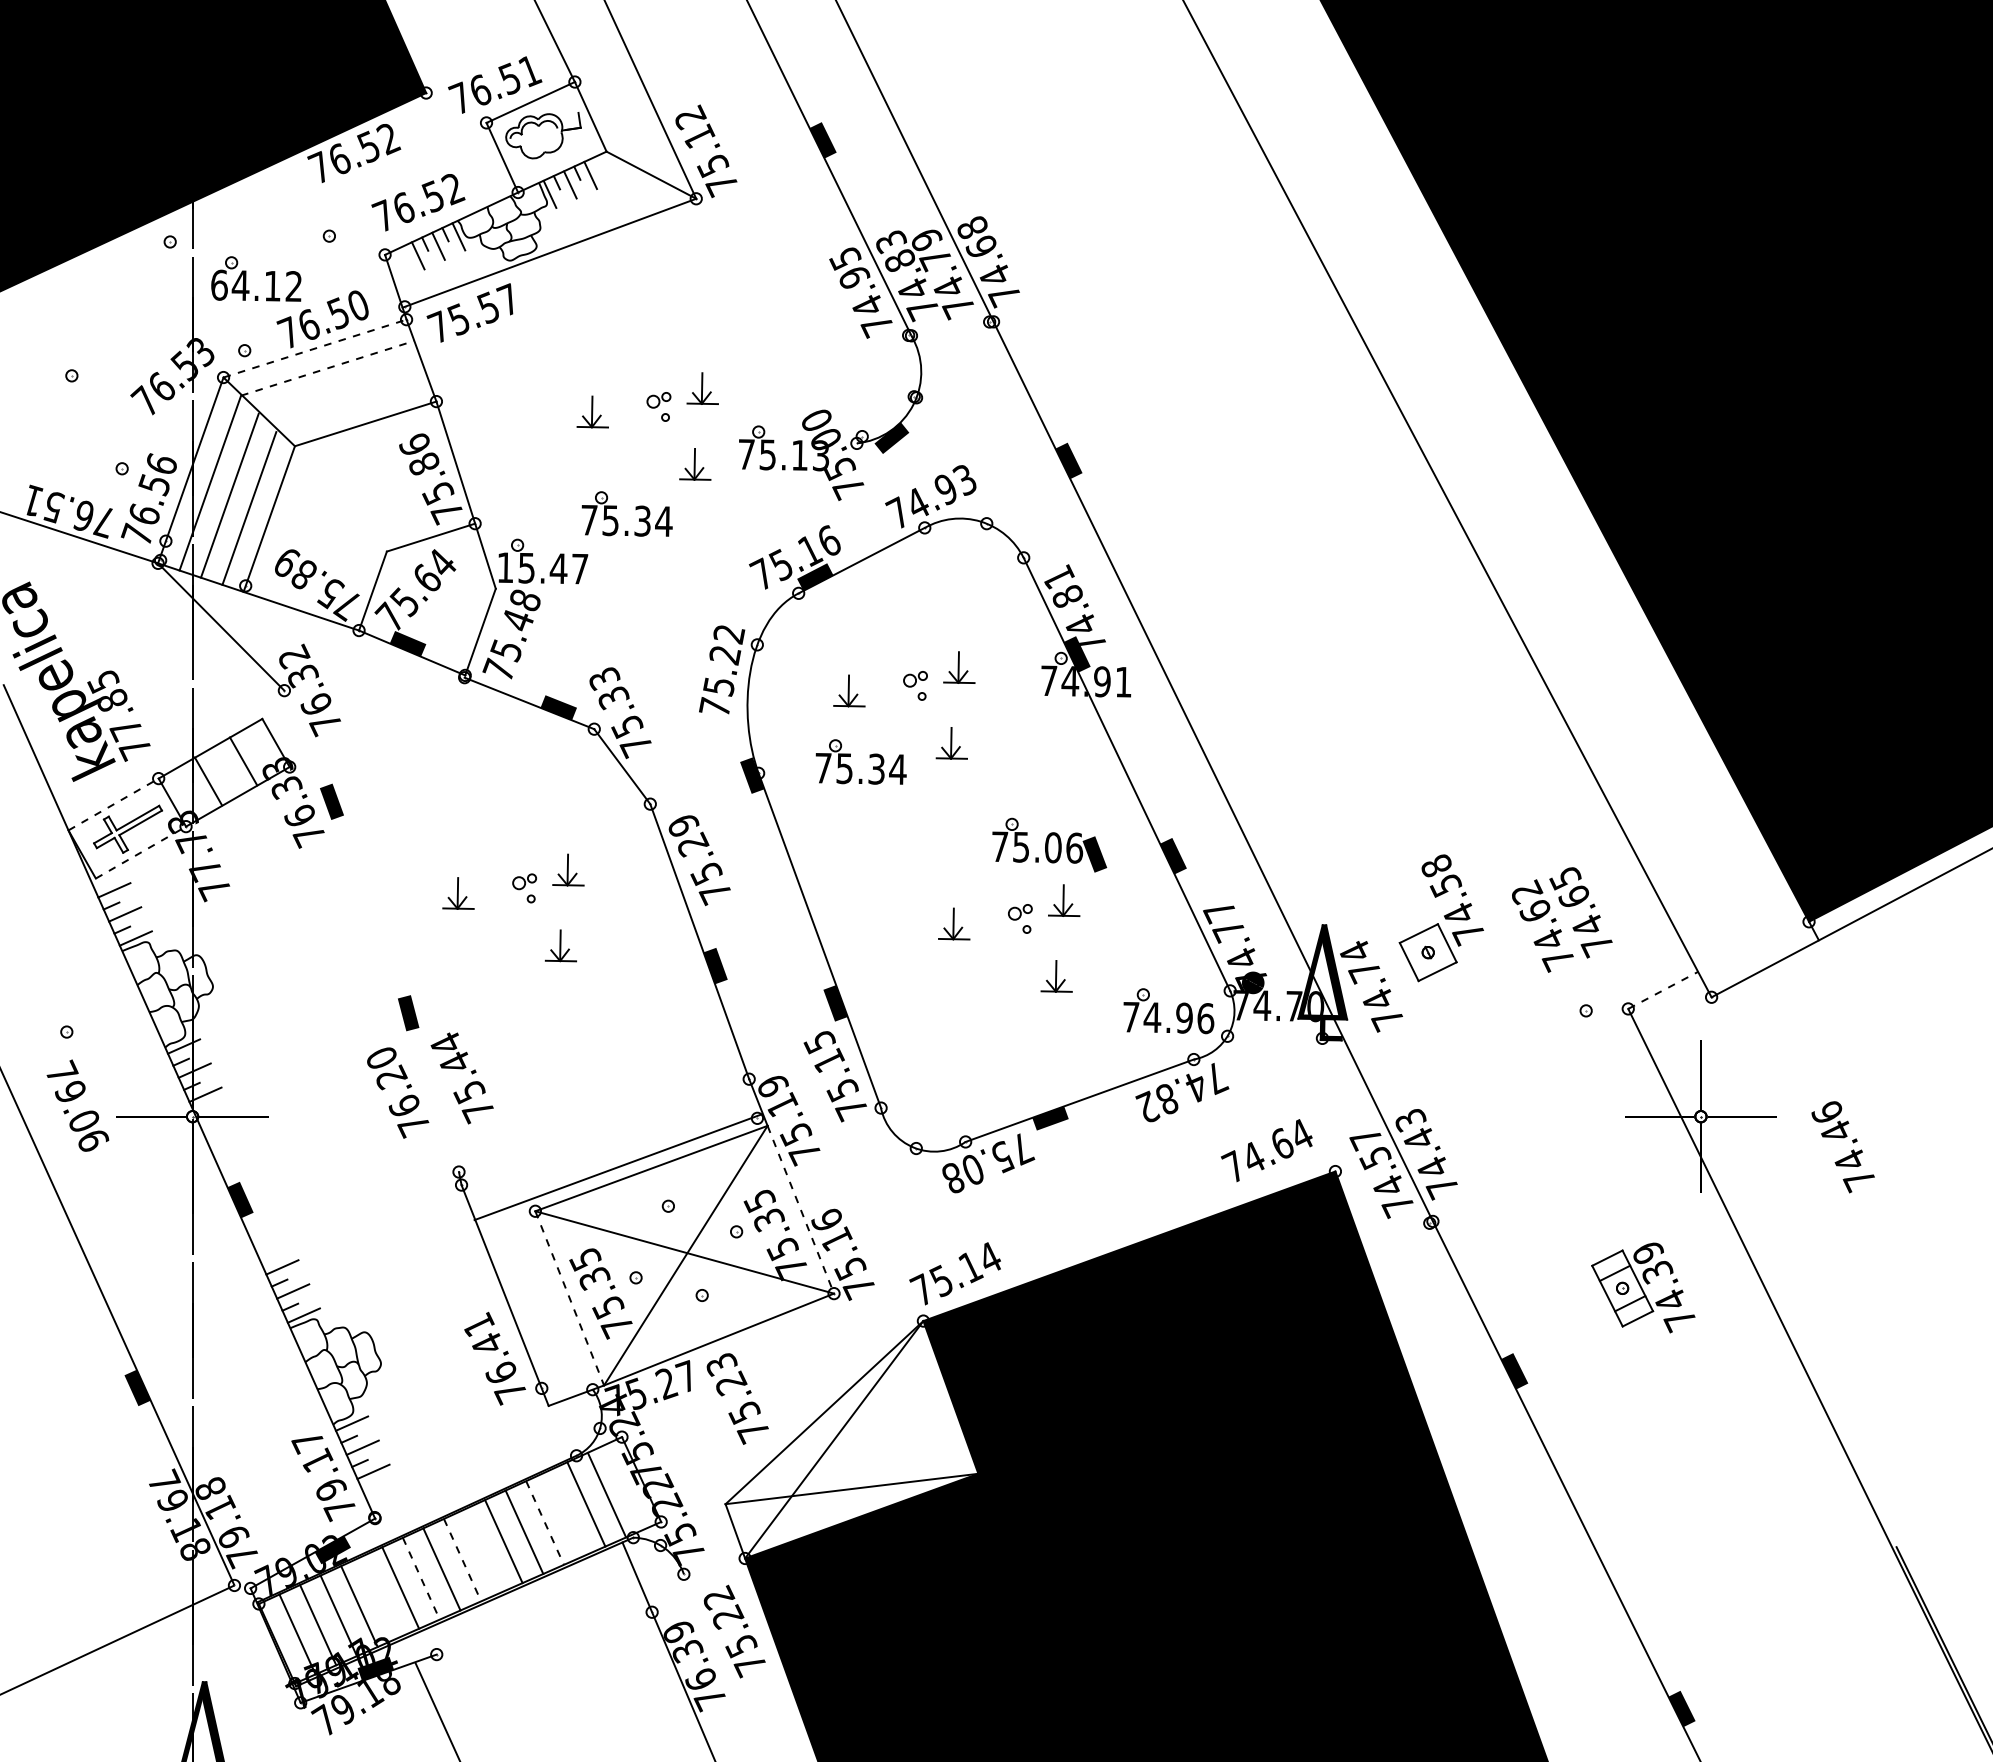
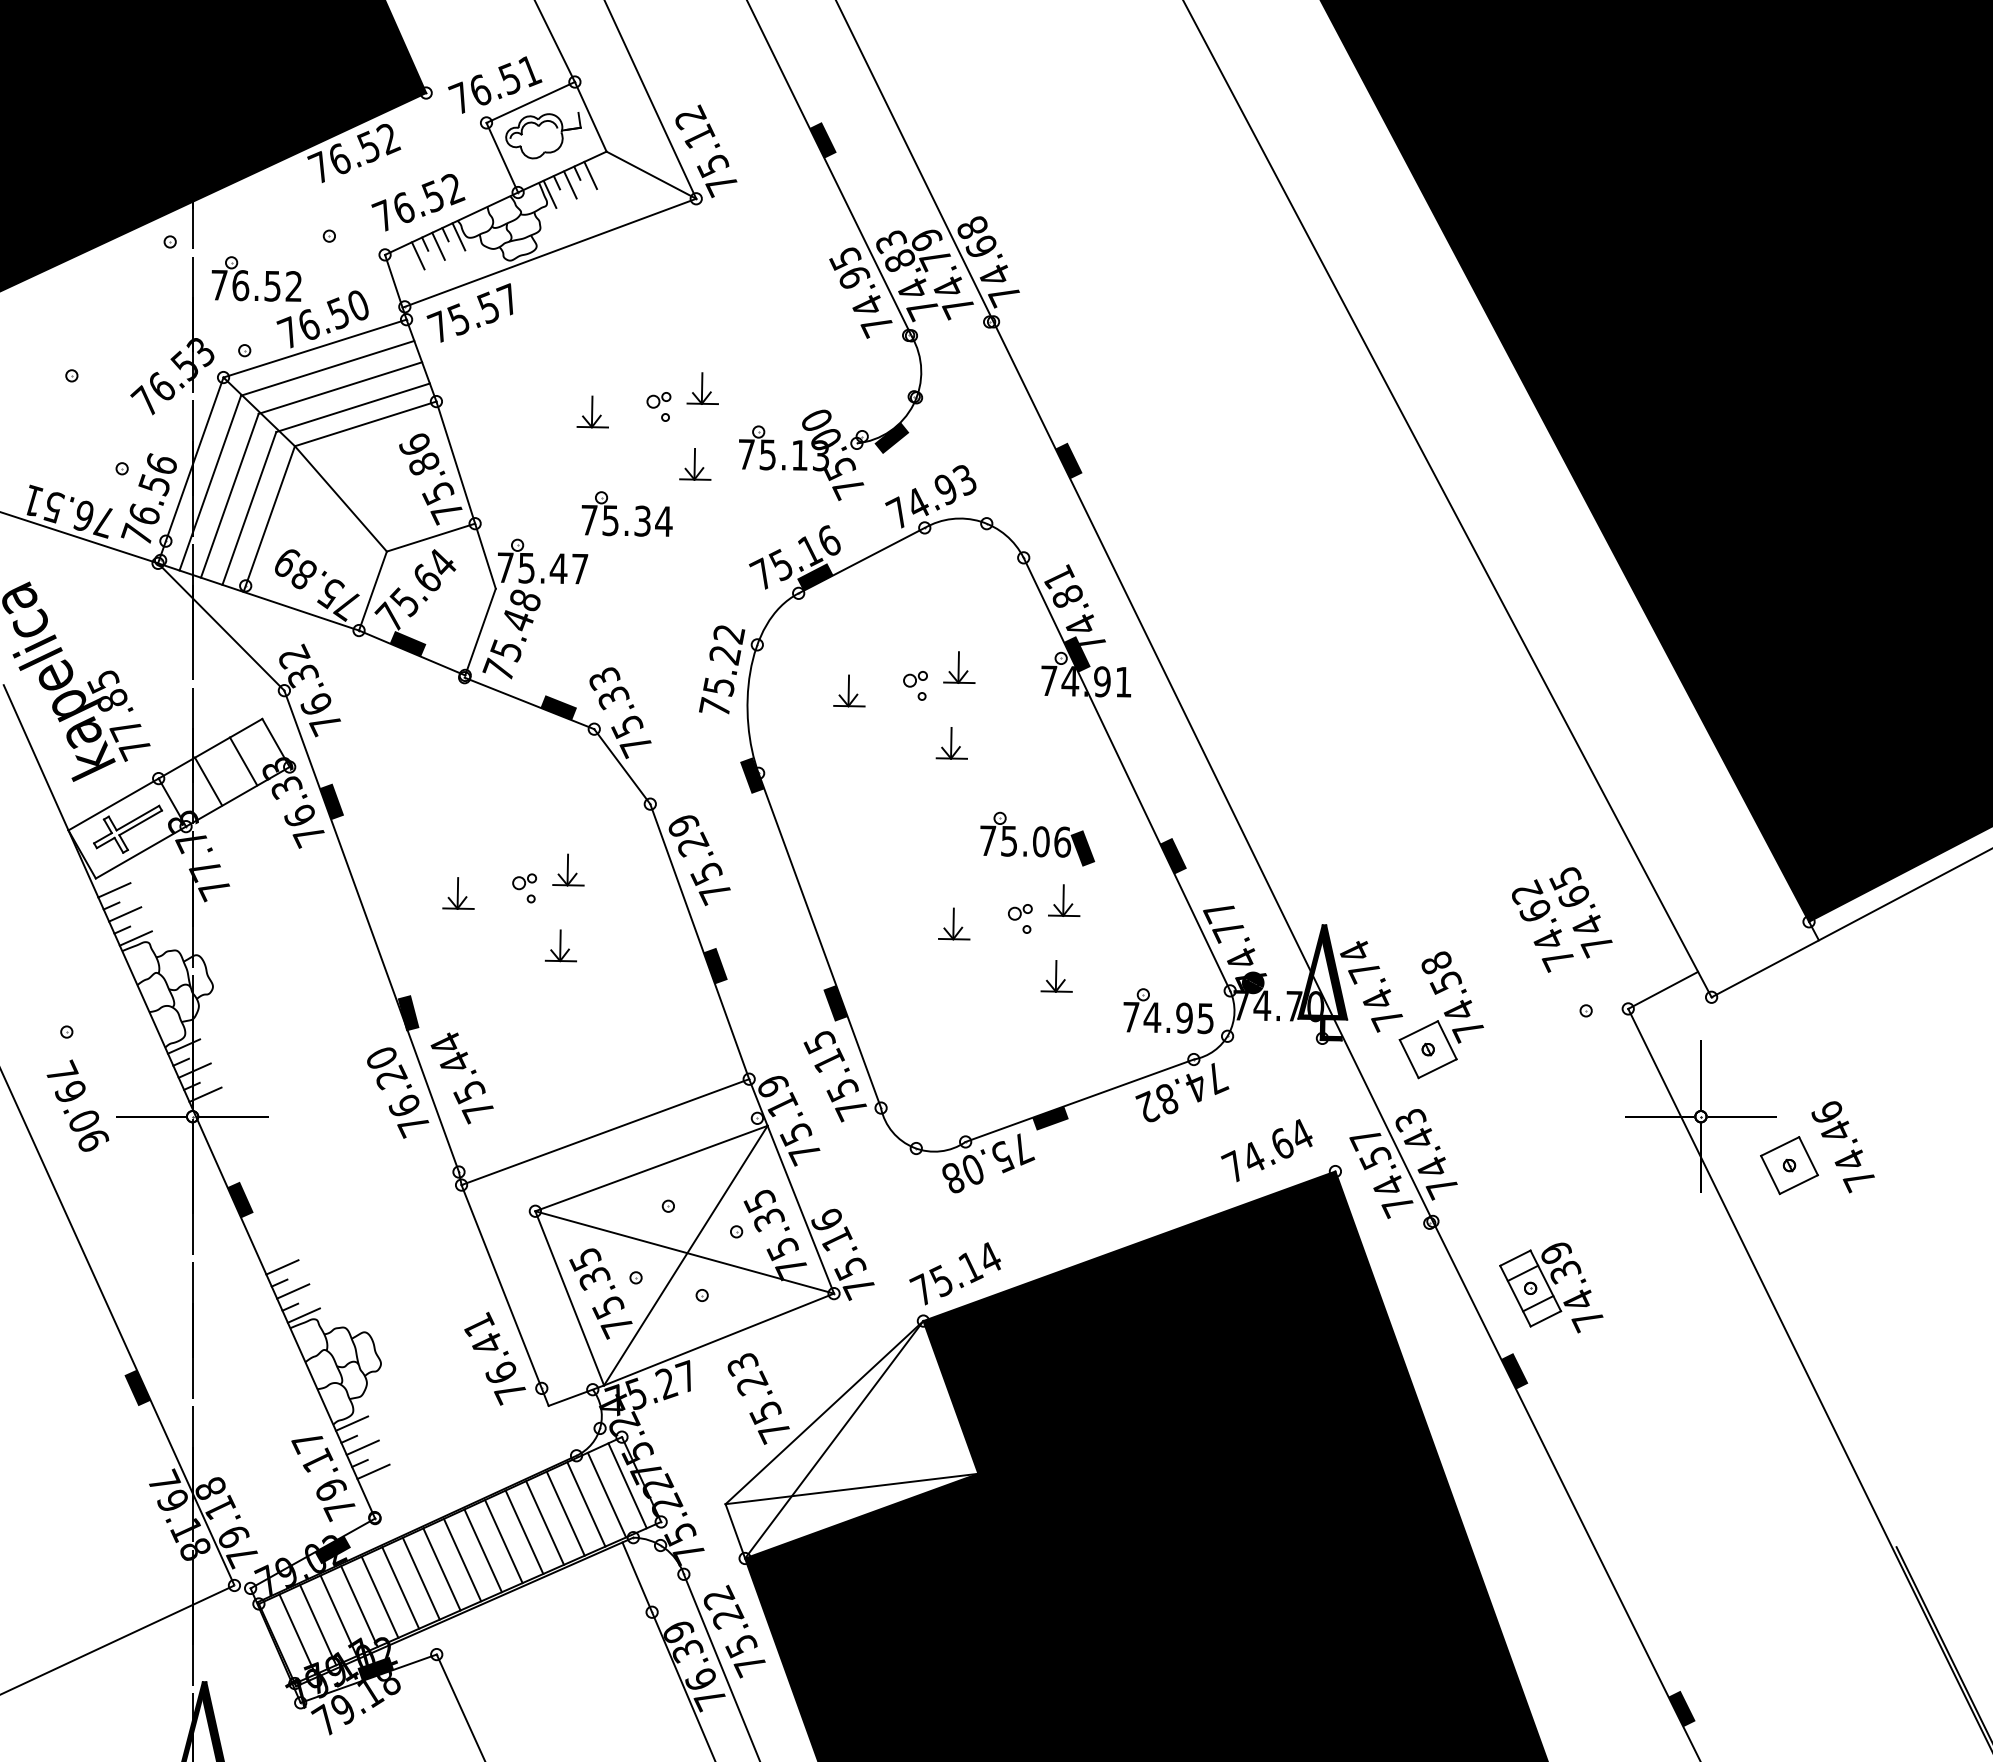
text at (245, 285): 64.12 -> 76.52
line at (315, 348): dashed -> solid
line at (327, 368): dashed -> solid
line at (340, 387): none -> present
line at (352, 407): none -> present
line at (340, 498): none -> present
text at (505, 567): 15.47 -> 75.47
part at (869, 757): present -> none
line at (114, 804): dashed -> solid
part at (1049, 844) position: (1049, 844) -> (1037, 838)
line at (141, 852): dashed -> solid
part at (1440, 918) position: (1440, 918) -> (1440, 1015)
line at (371, 931): none -> present
line at (1663, 990): dashed -> solid
text at (1205, 1018): 74.96 -> 74.95
part at (1789, 1165): none -> present
line at (618, 1167) position: (618, 1167) -> (605, 1132)
line at (801, 1210): dashed -> solid
part at (1643, 1287) position: (1643, 1287) -> (1551, 1287)
line at (569, 1298): dashed -> solid
text at (737, 1398) position: (737, 1398) -> (758, 1398)
line at (627, 1485): none -> present
line at (565, 1513): none -> present
line at (545, 1523): dashed -> solid
line at (482, 1550): none -> present
line at (462, 1560): dashed -> solid
line at (421, 1578): dashed -> solid
line at (379, 1596): none -> present
line at (720, 1666): none -> present
line at (436, 1710) position: (436, 1710) -> (459, 1706)
